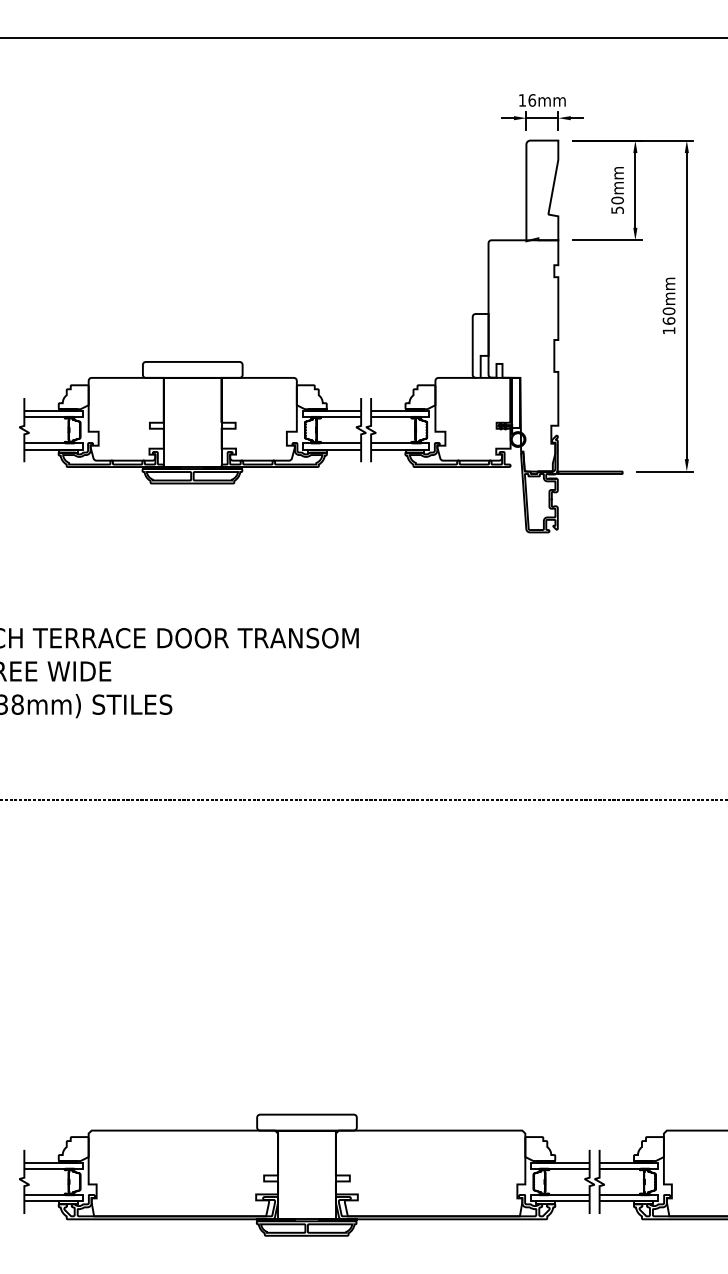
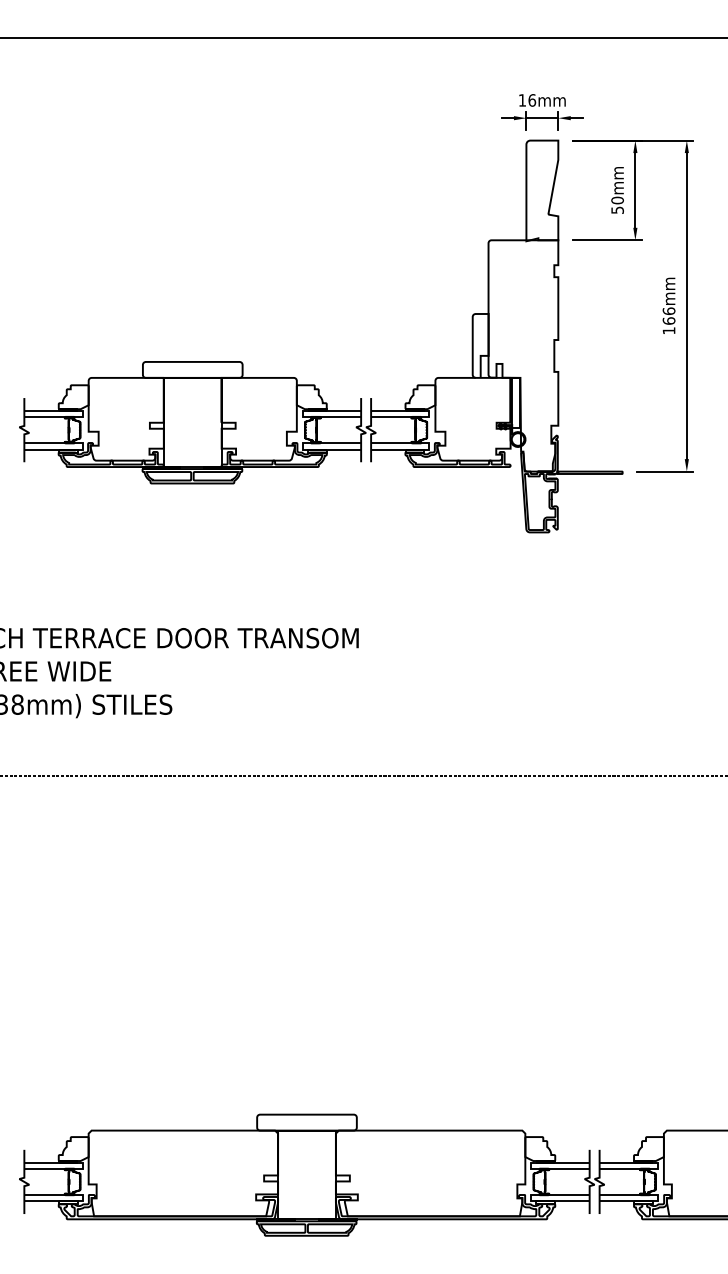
text at (668, 310): 160mm -> 166mm
line at (363, 799) position: (363, 799) -> (363, 775)
